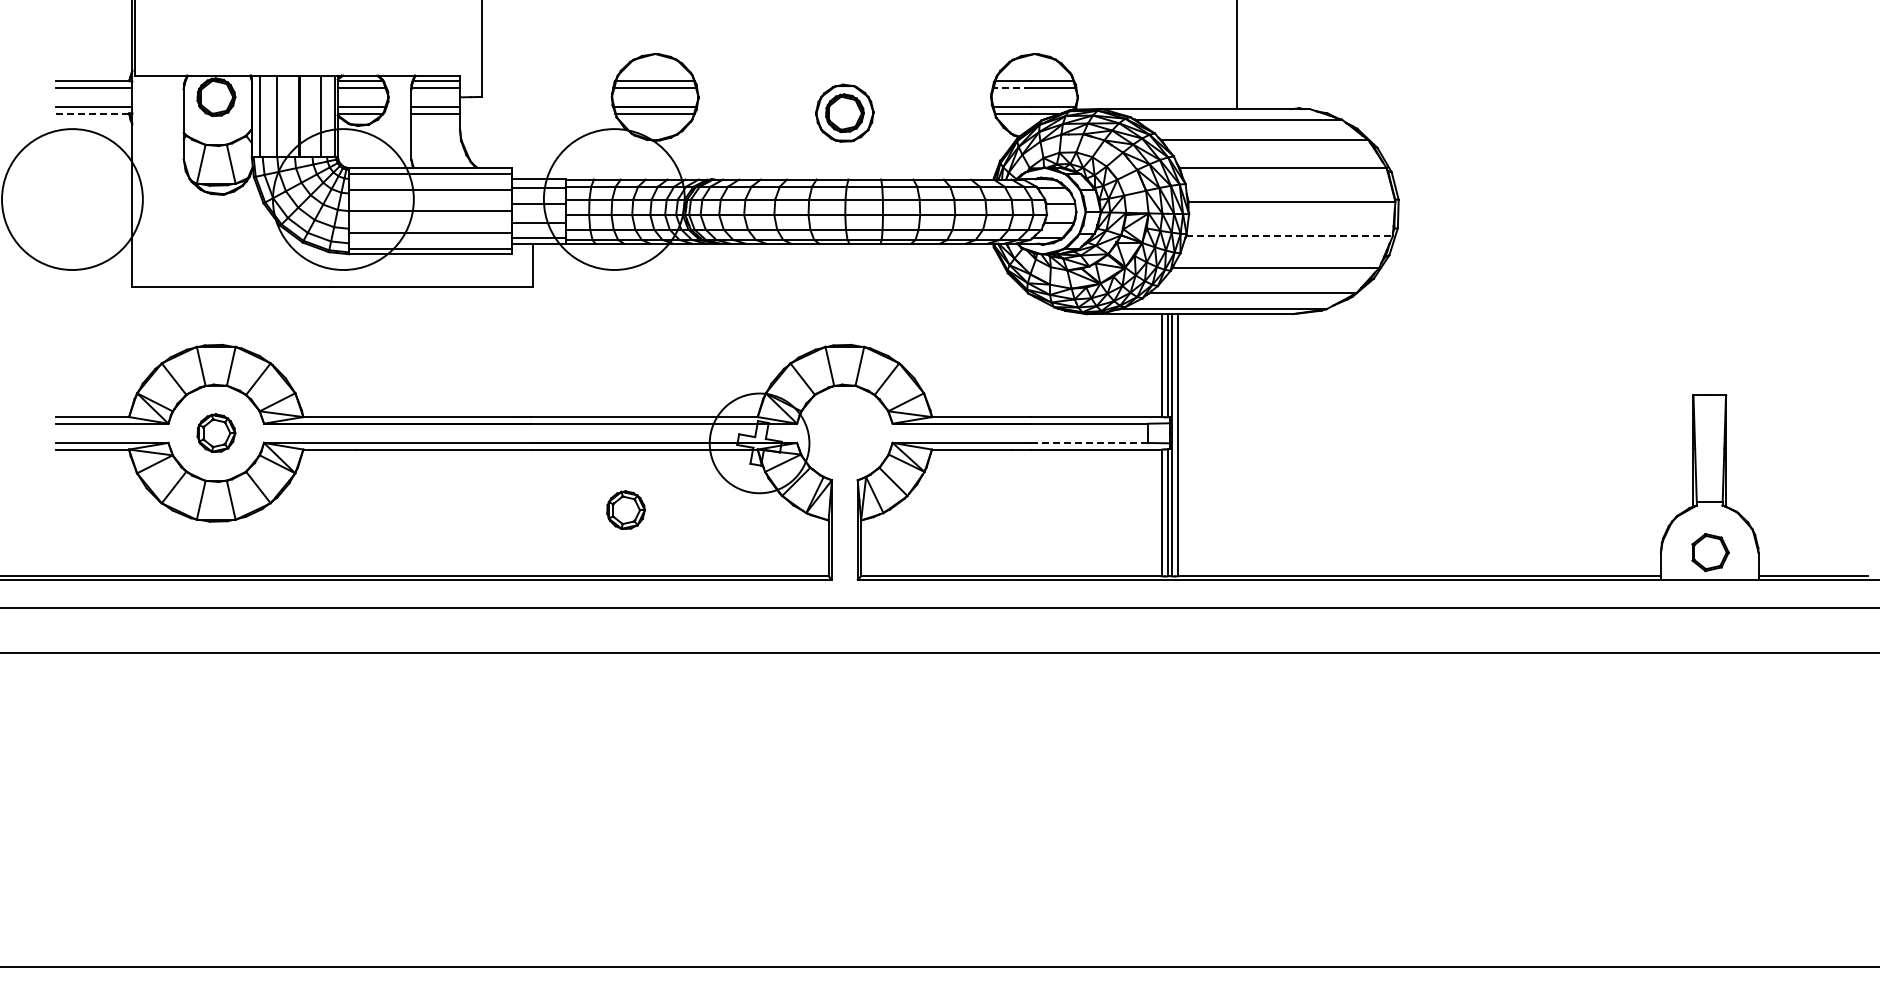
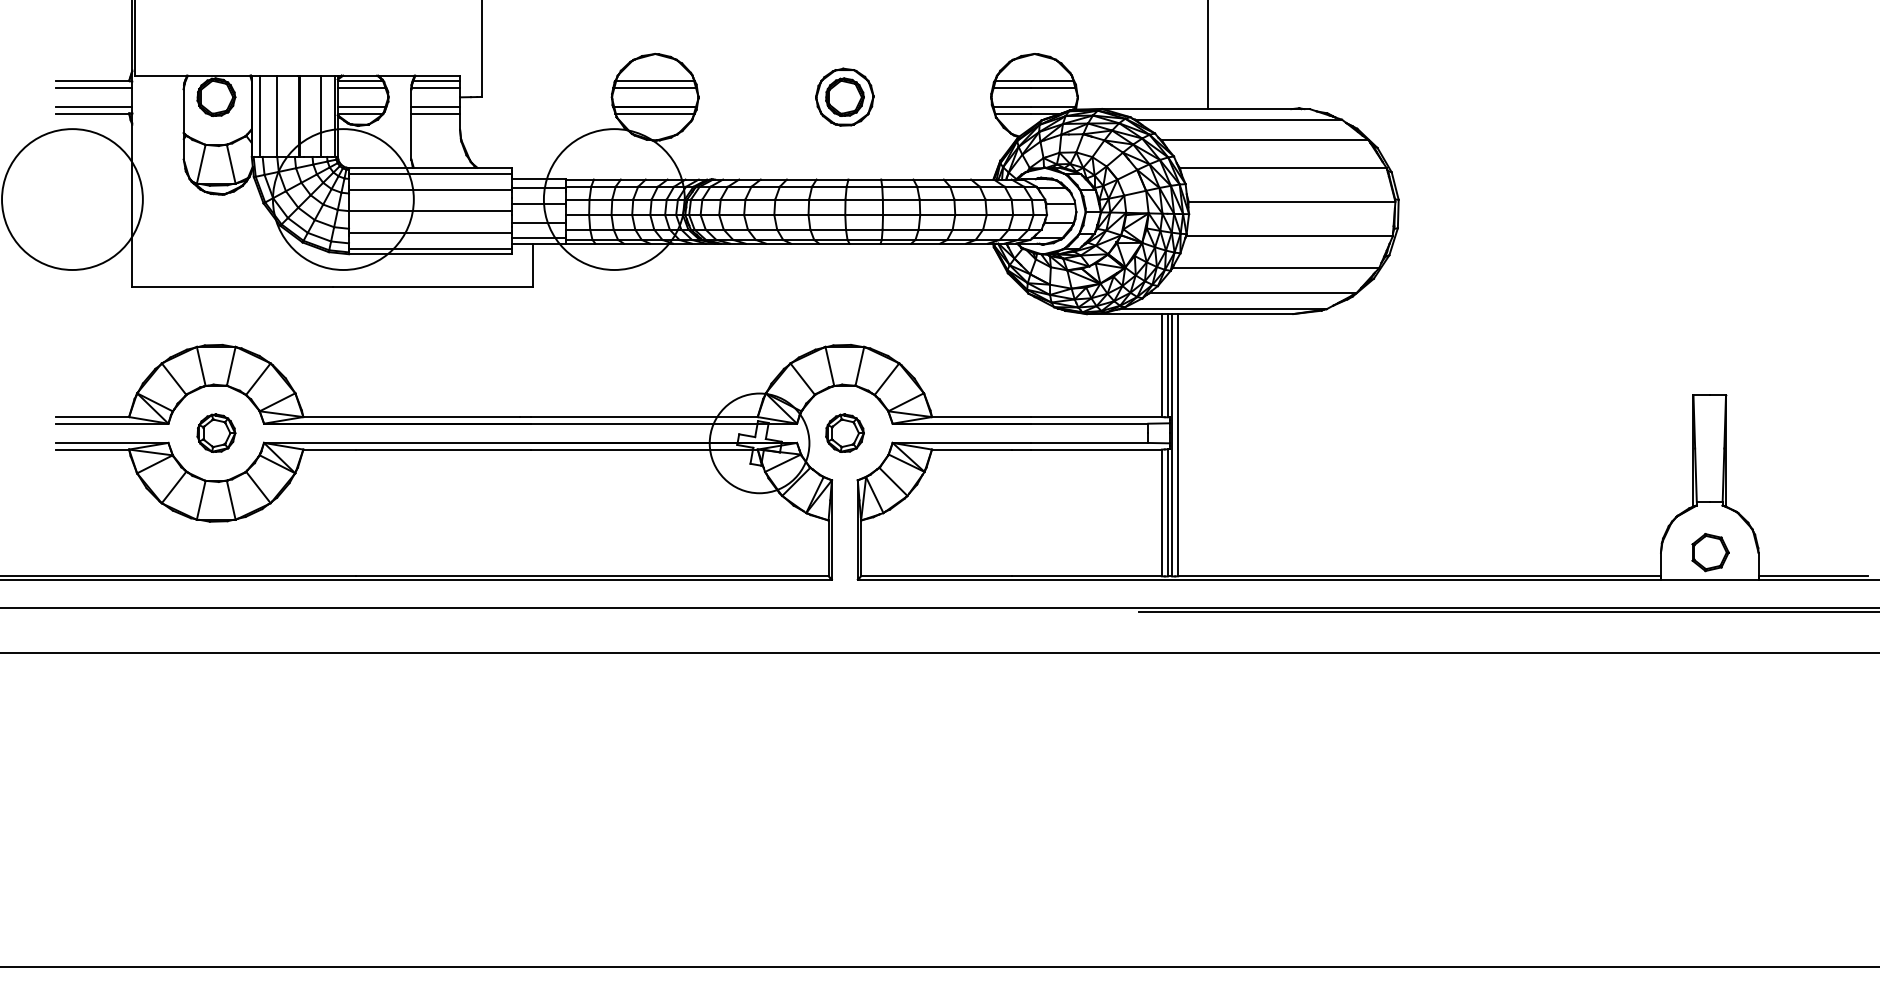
line at (1236, 55) position: (1236, 55) -> (1207, 55)
line at (1012, 87): dashed -> solid
part at (844, 112) position: (844, 112) -> (844, 96)
line at (92, 113): dashed -> solid
line at (1289, 236): dashed -> solid
line at (1090, 442): dashed -> solid
part at (625, 509) position: (625, 509) -> (844, 432)
line at (1507, 612): none -> present
